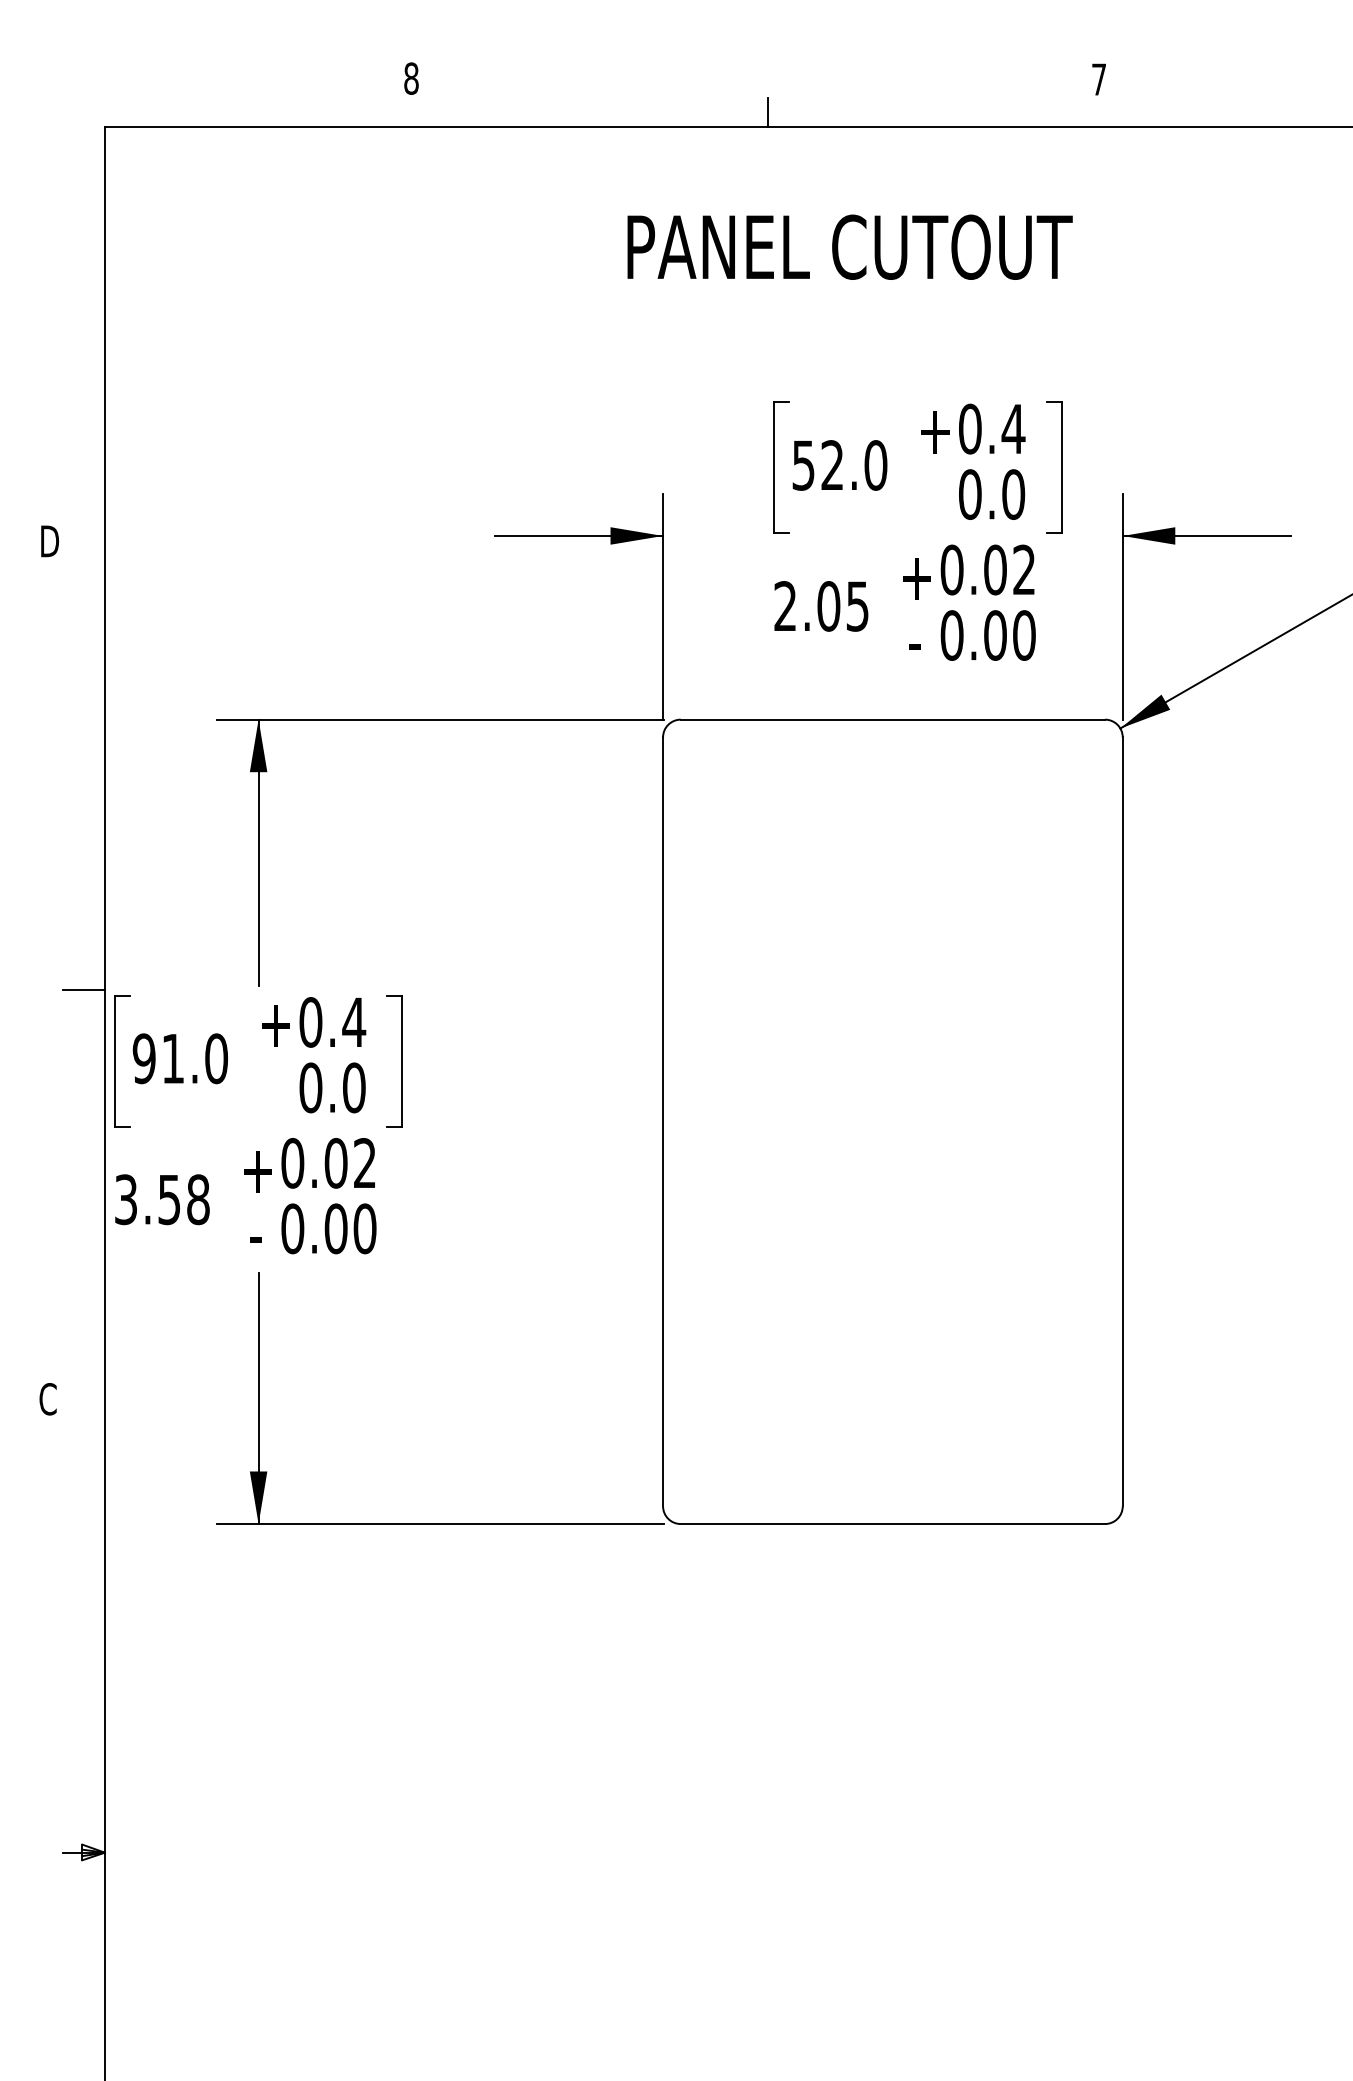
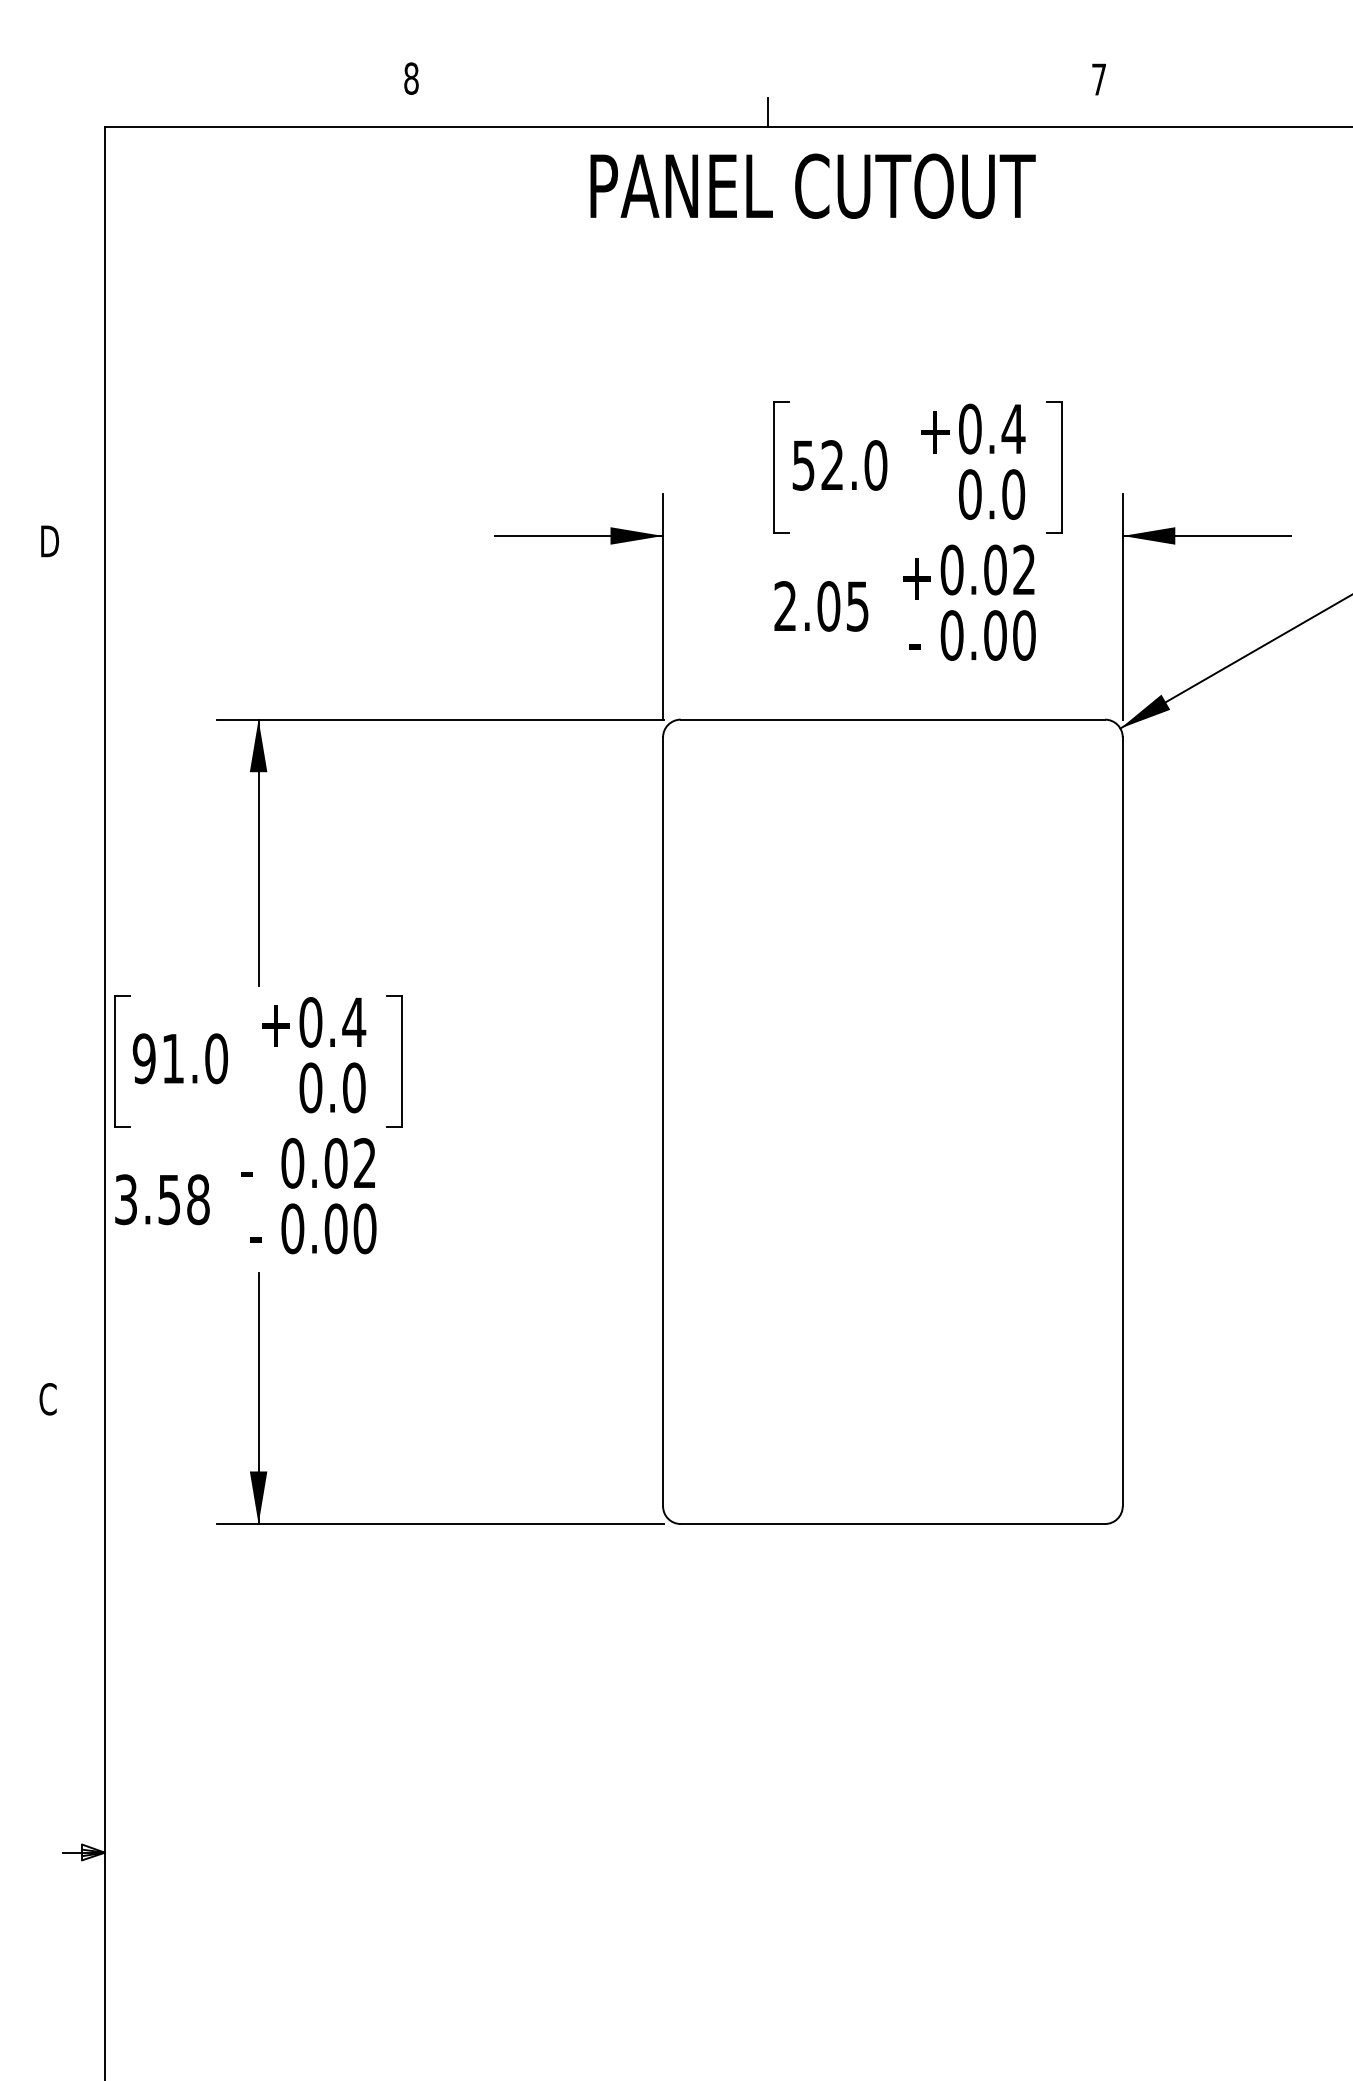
text at (849, 246) position: (849, 246) -> (812, 185)
line at (83, 989): present -> none
text at (256, 1171): + -> -
